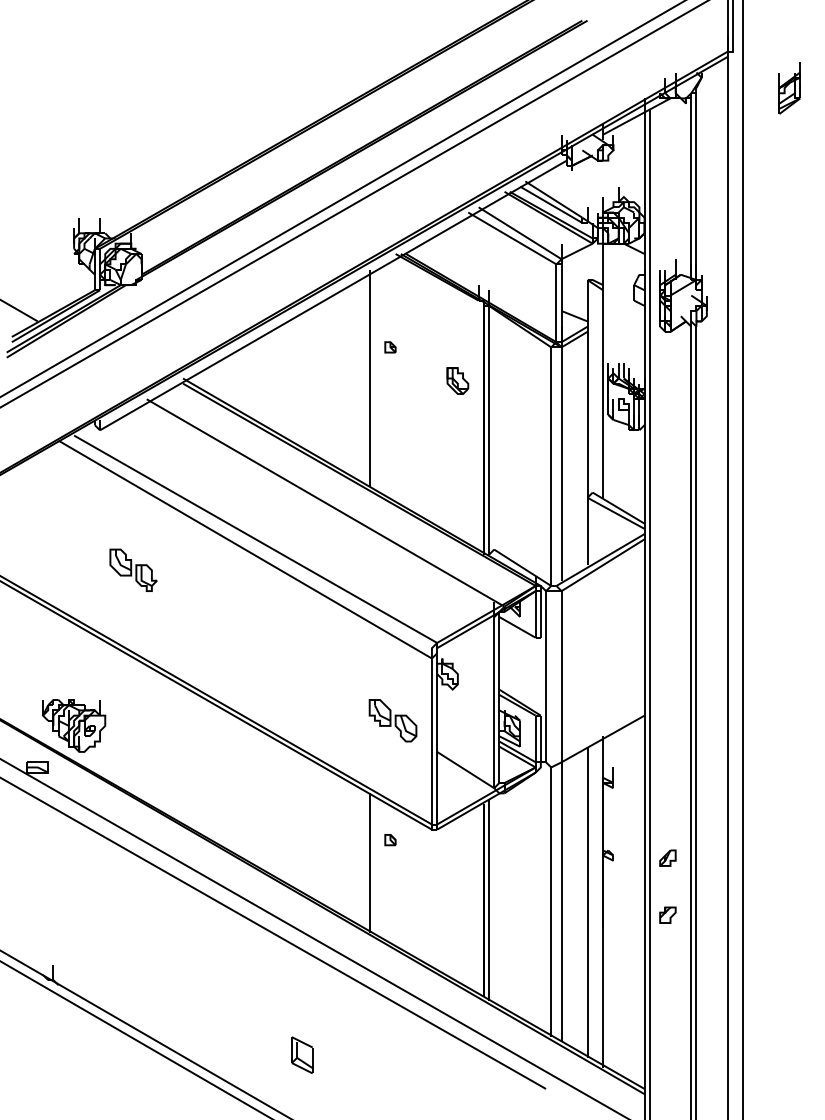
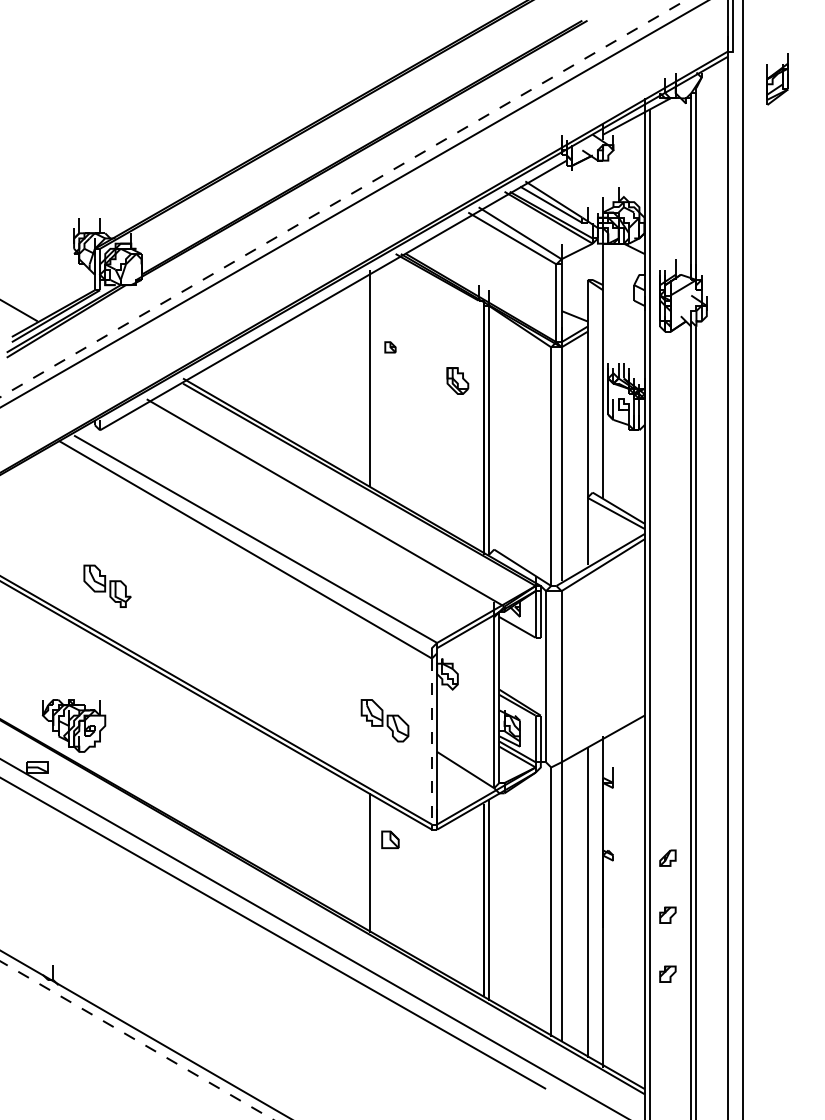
part at (789, 88) position: (789, 88) -> (777, 79)
line at (342, 198): solid -> dashed
part at (133, 569) position: (133, 569) -> (107, 585)
part at (392, 720) position: (392, 720) -> (384, 720)
line at (431, 741): solid -> dashed
part at (390, 840) size: 13x13 px -> 19x20 px
part at (667, 973): none -> present
line at (136, 1040): solid -> dashed
part at (302, 1054): present -> none
